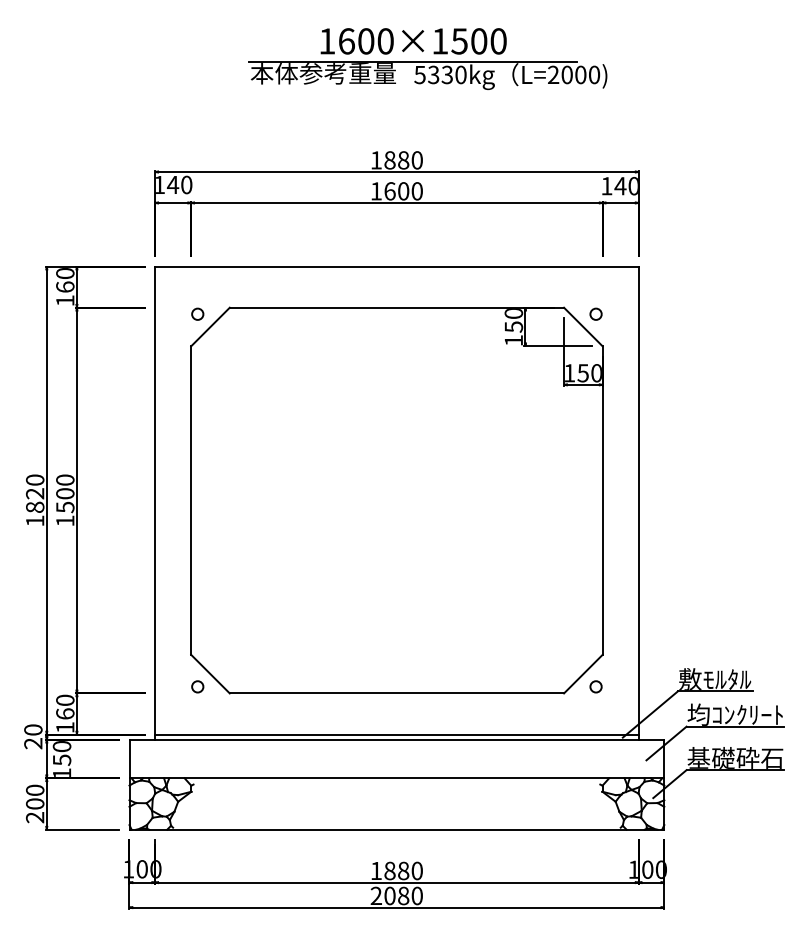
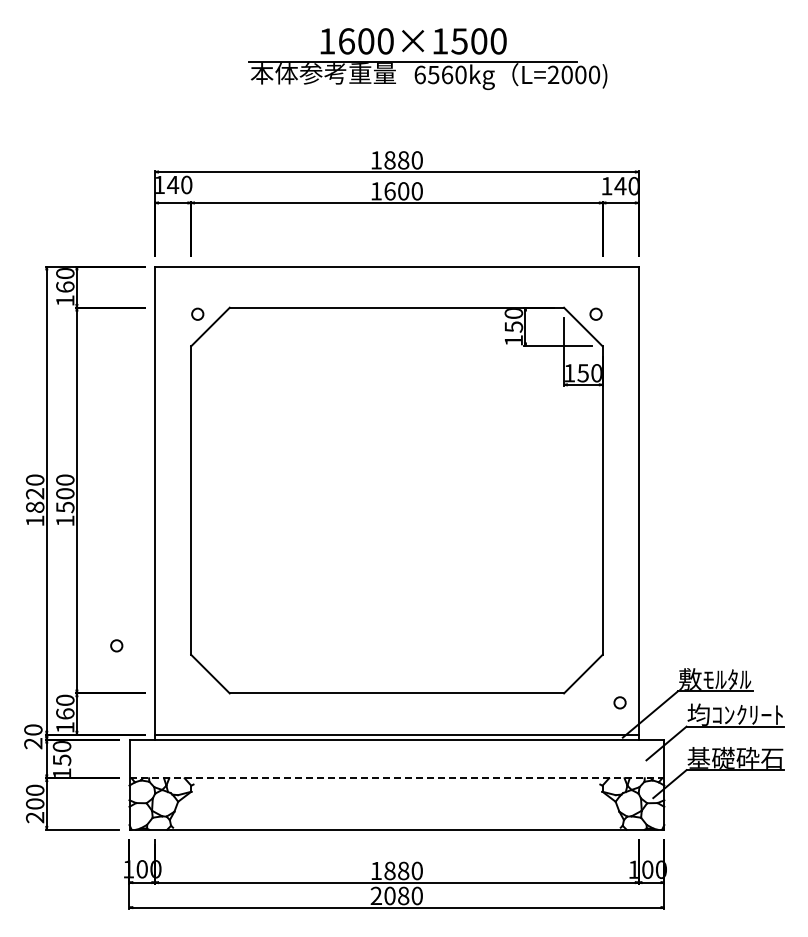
text at (433, 74): 5330kg -> 6560kg
circle at (197, 686) position: (197, 686) -> (116, 645)
circle at (595, 686) position: (595, 686) -> (619, 702)
line at (397, 778): solid -> dashed
